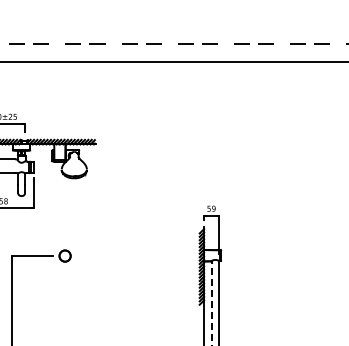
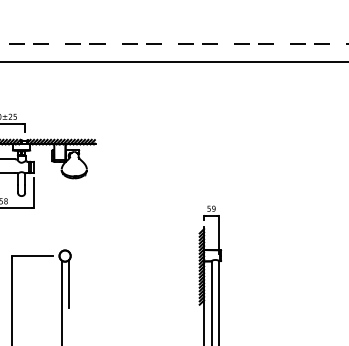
line at (68, 284): none -> present
line at (61, 301): none -> present
line at (211, 302): dashed -> solid
